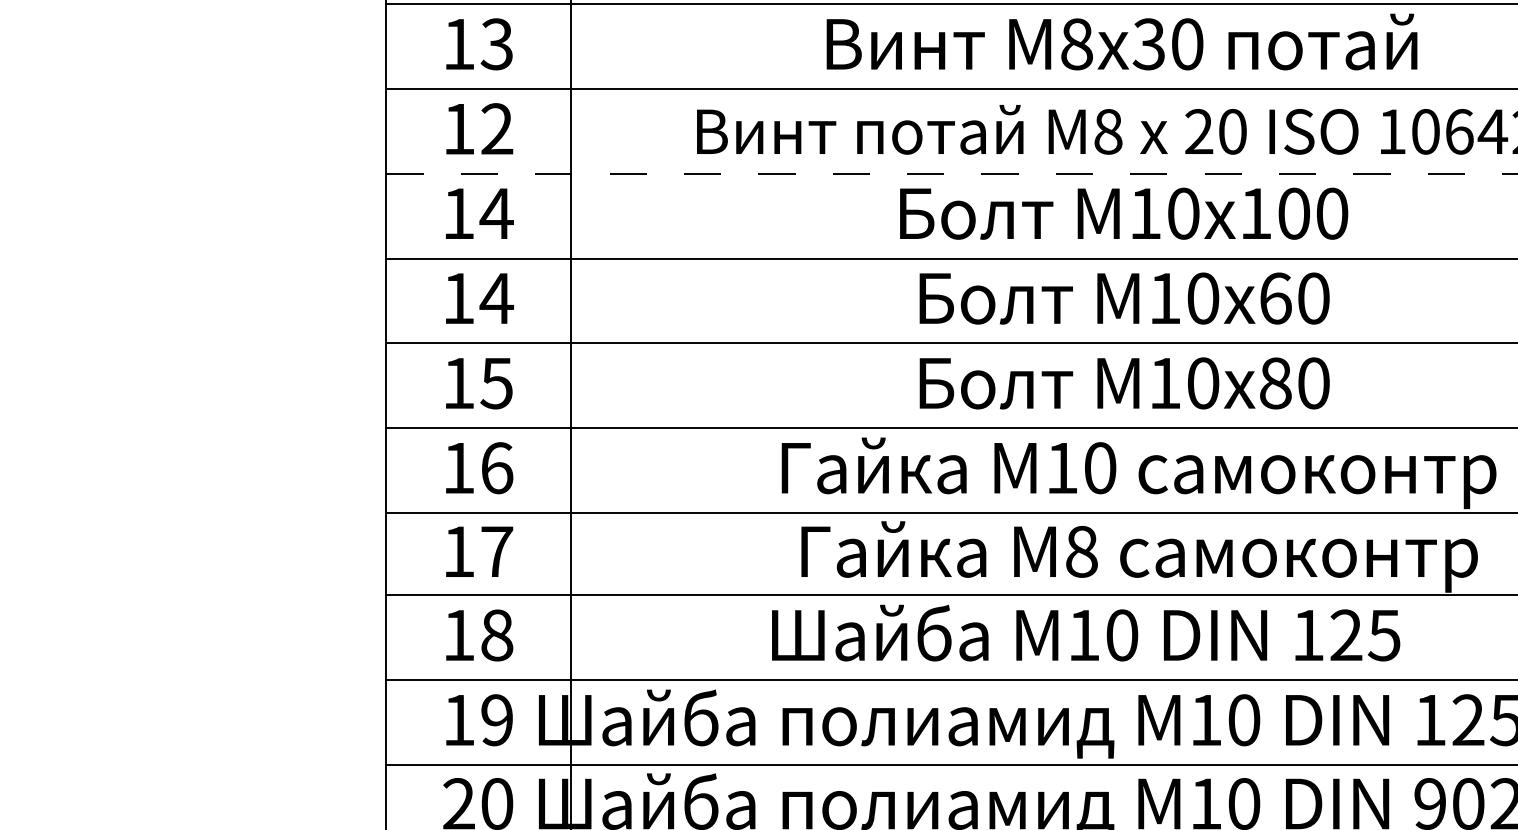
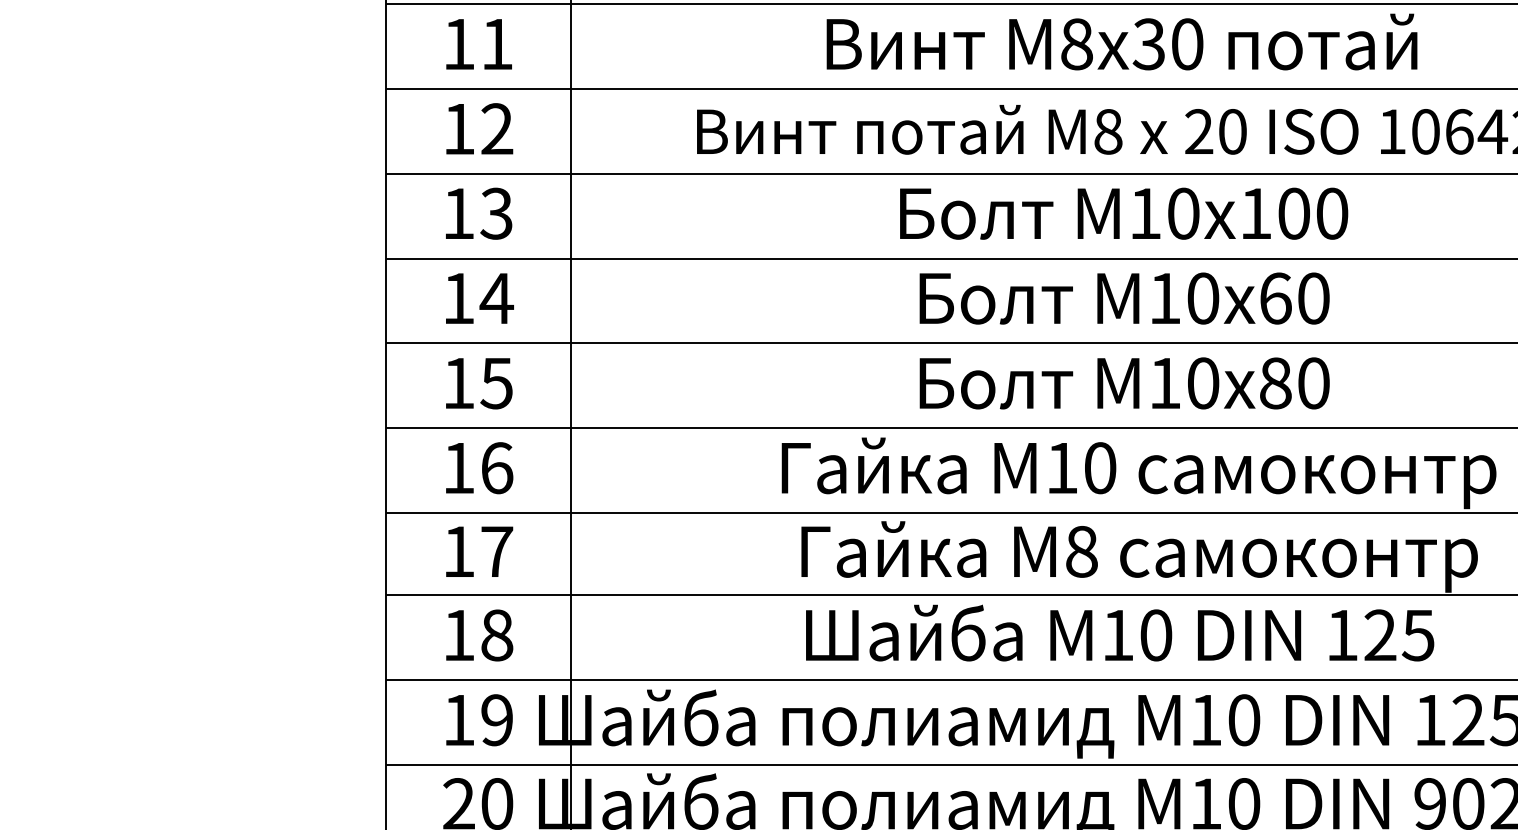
text at (496, 44): 13 -> 11
line at (951, 173): dashed -> solid
text at (496, 213): 14 -> 13
text at (1086, 632) position: (1086, 632) -> (1120, 632)
